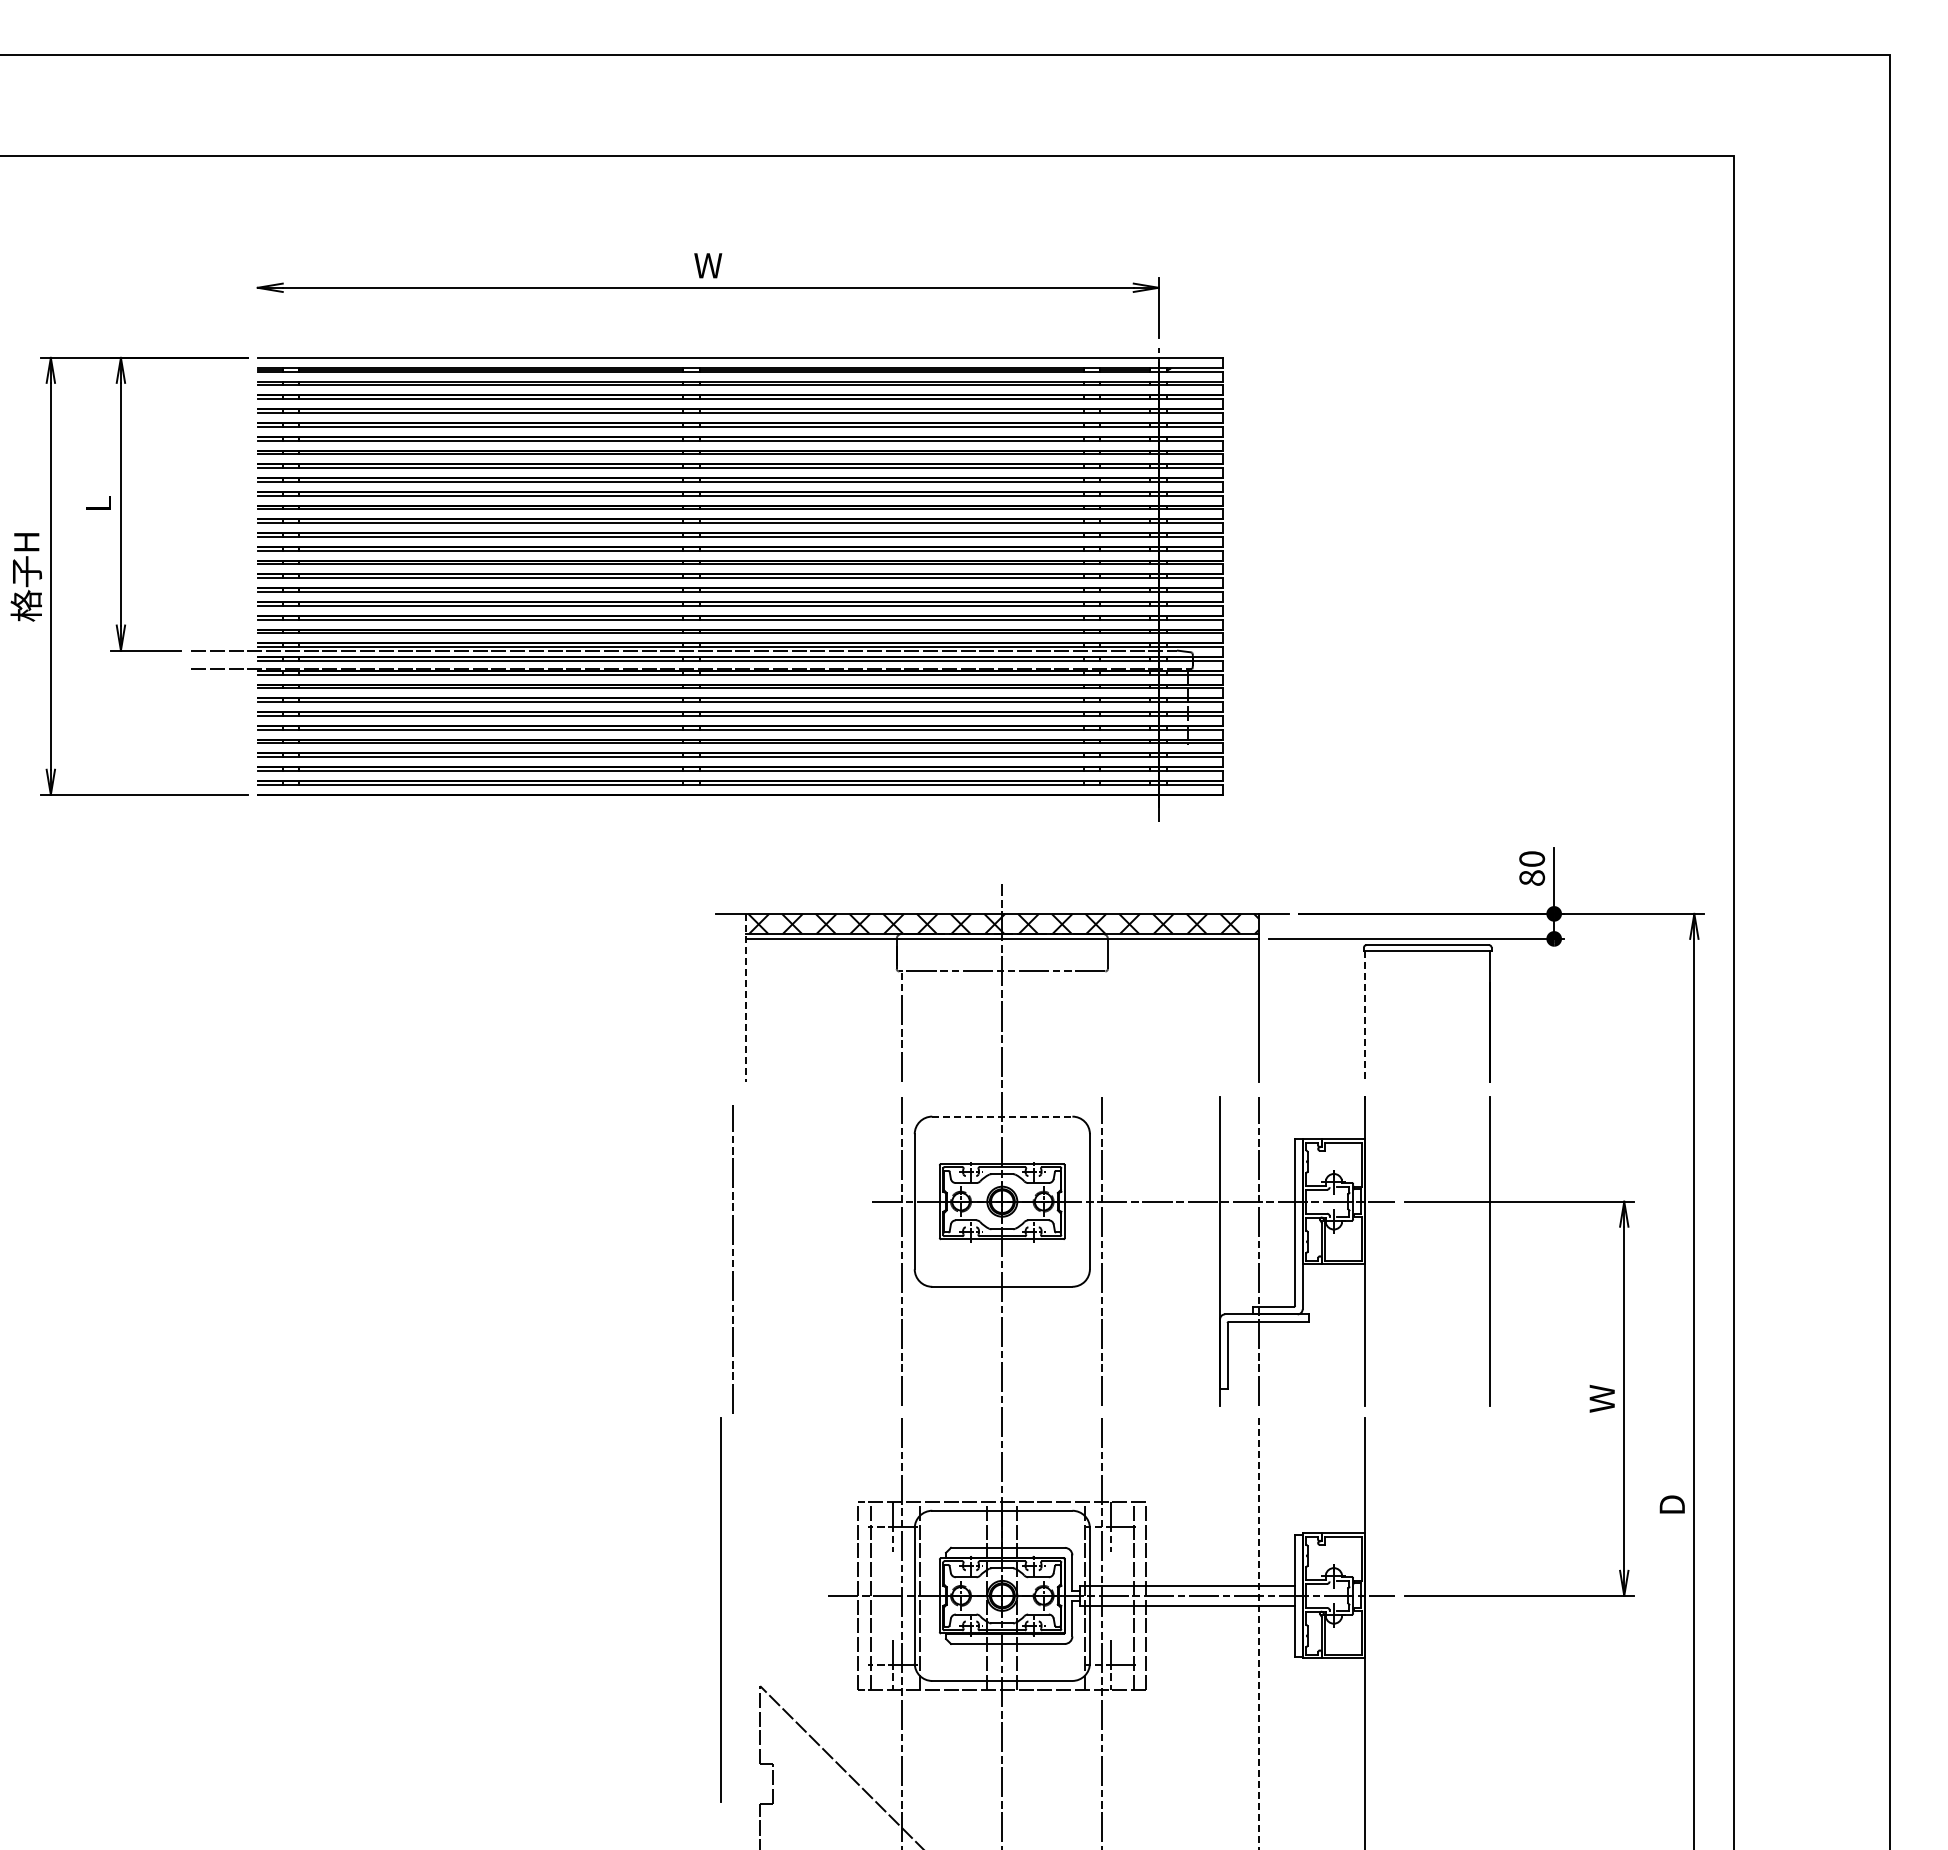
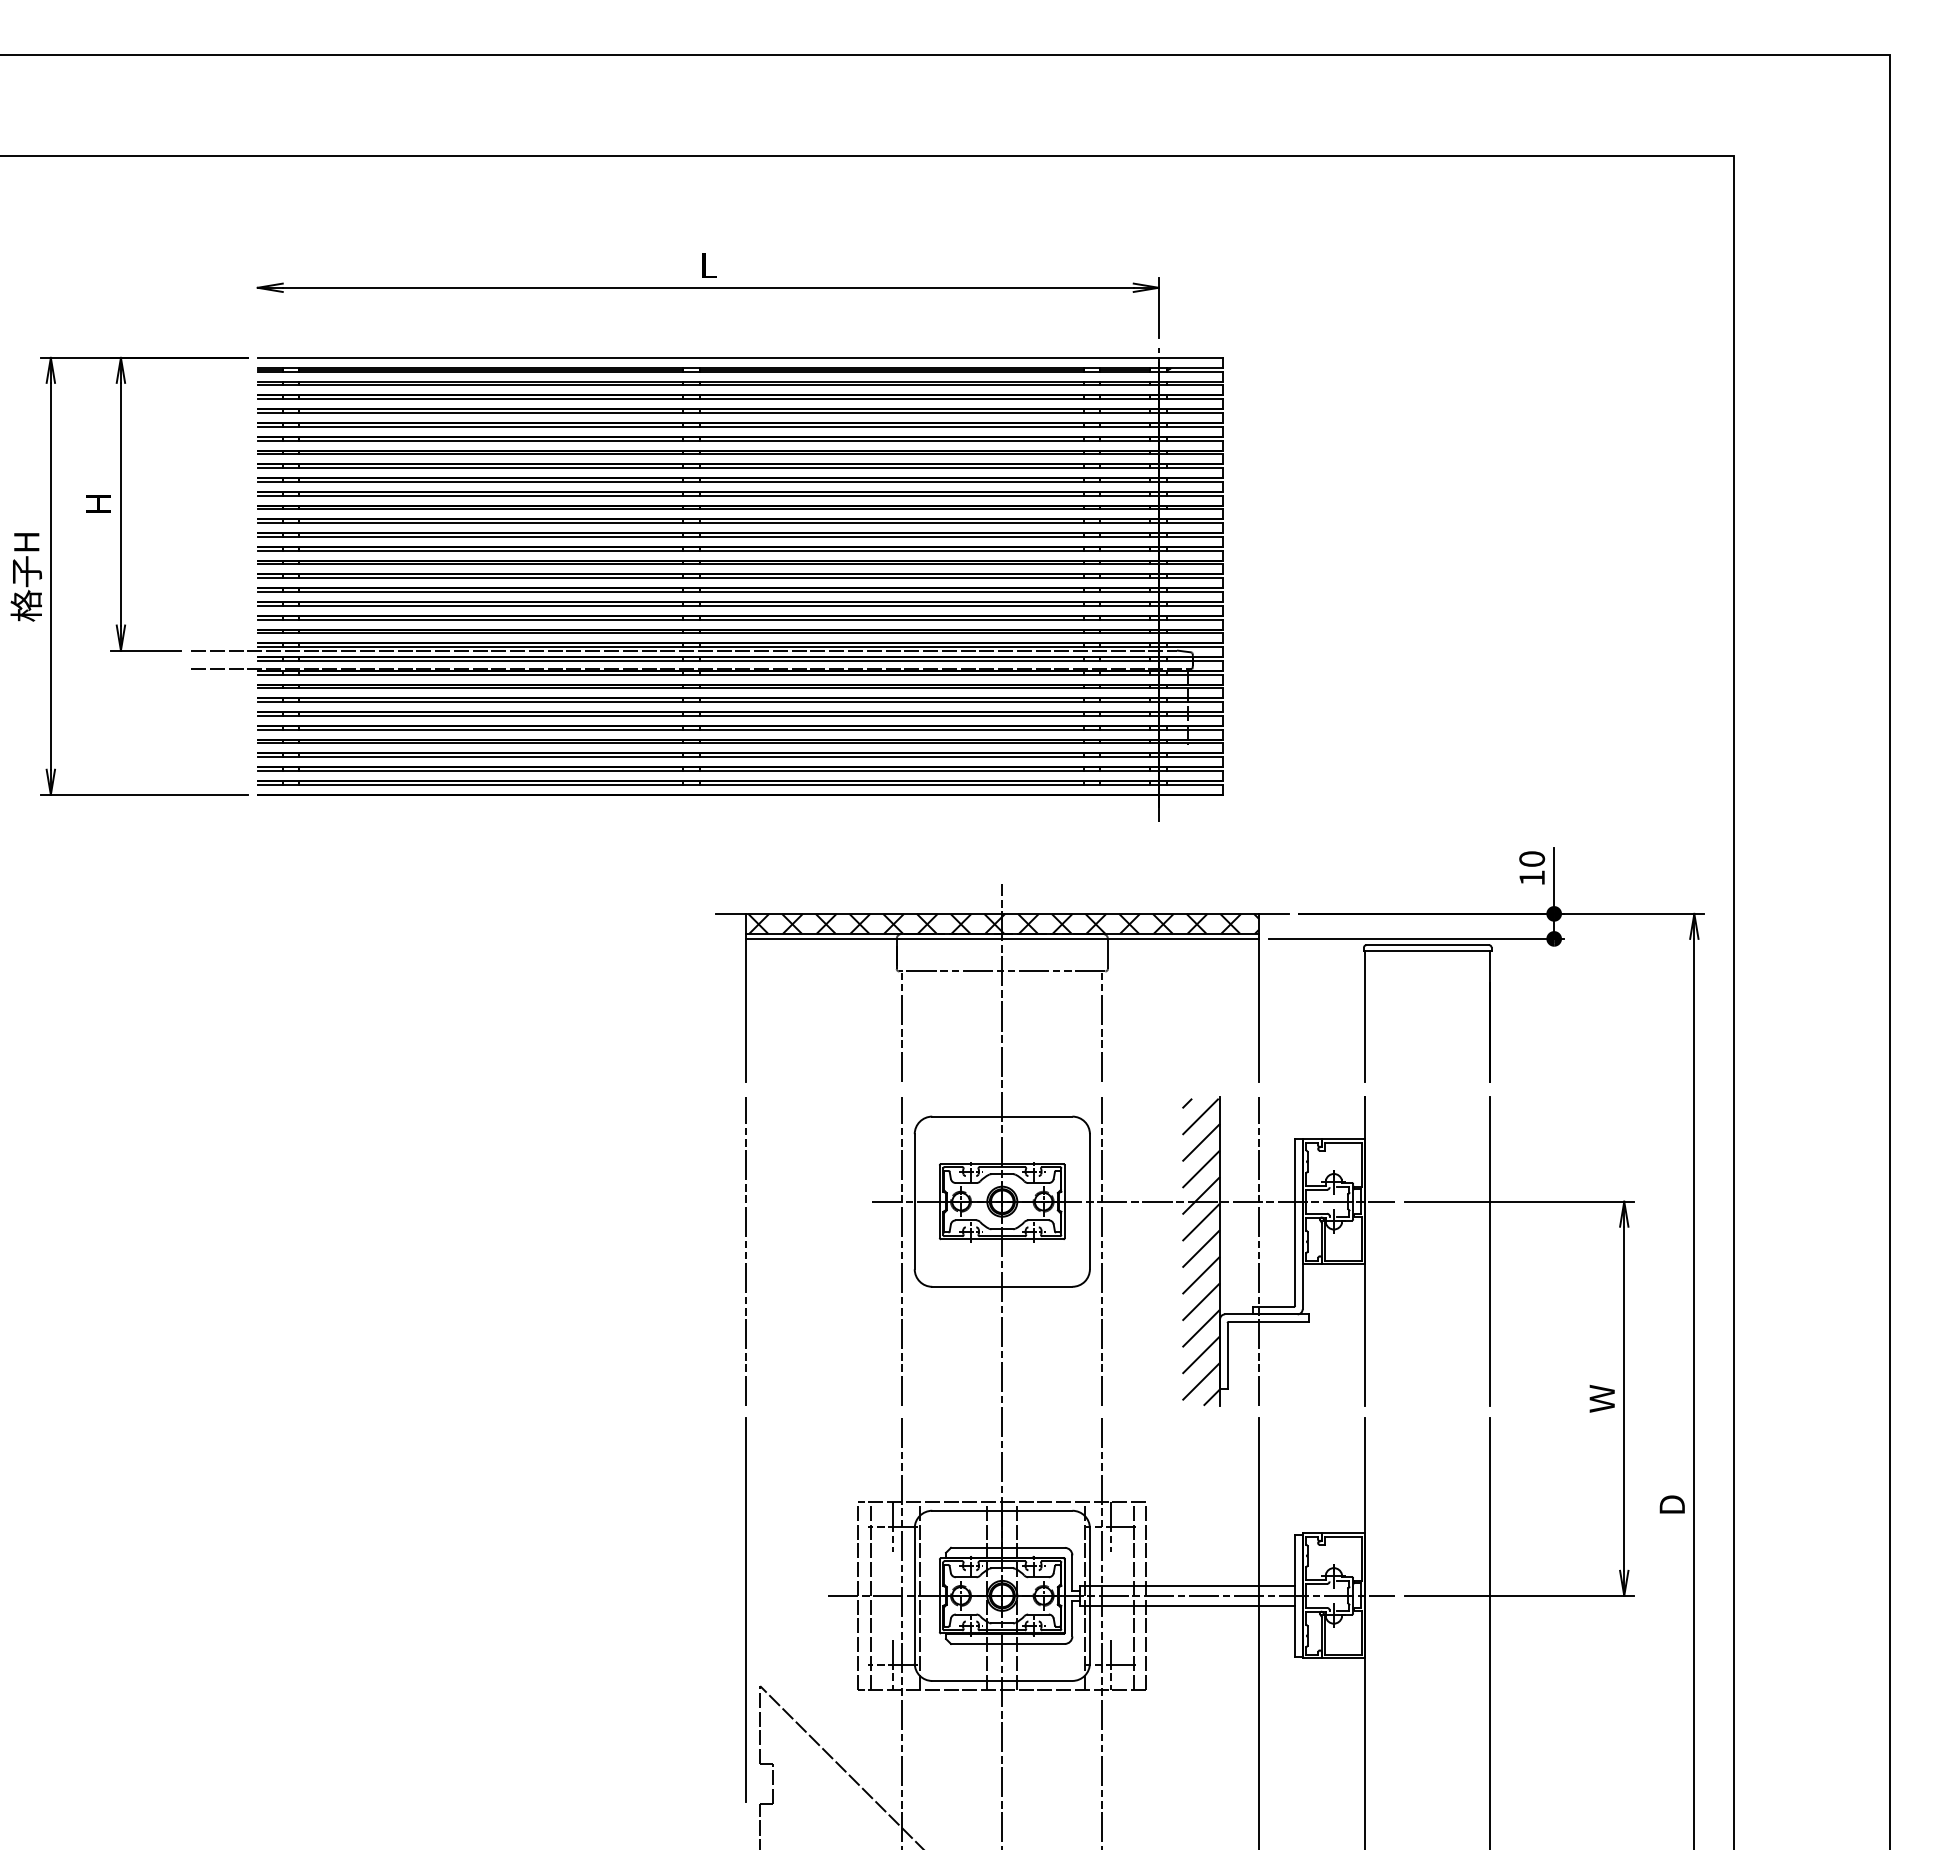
text at (708, 265): W -> L
text at (98, 503): L -> H
text at (1532, 877): 80 -> 10
line at (745, 997): dashed -> solid
line at (1365, 1017): dashed -> solid
line at (1102, 1026): none -> present
line at (1002, 1116): dashed -> solid
hatch at (1201, 1251): none -> present
line at (732, 1260) position: (732, 1260) -> (745, 1252)
line at (720, 1609) position: (720, 1609) -> (745, 1609)
line at (1490, 1632): none -> present
line at (1258, 1634): dashed -> solid
